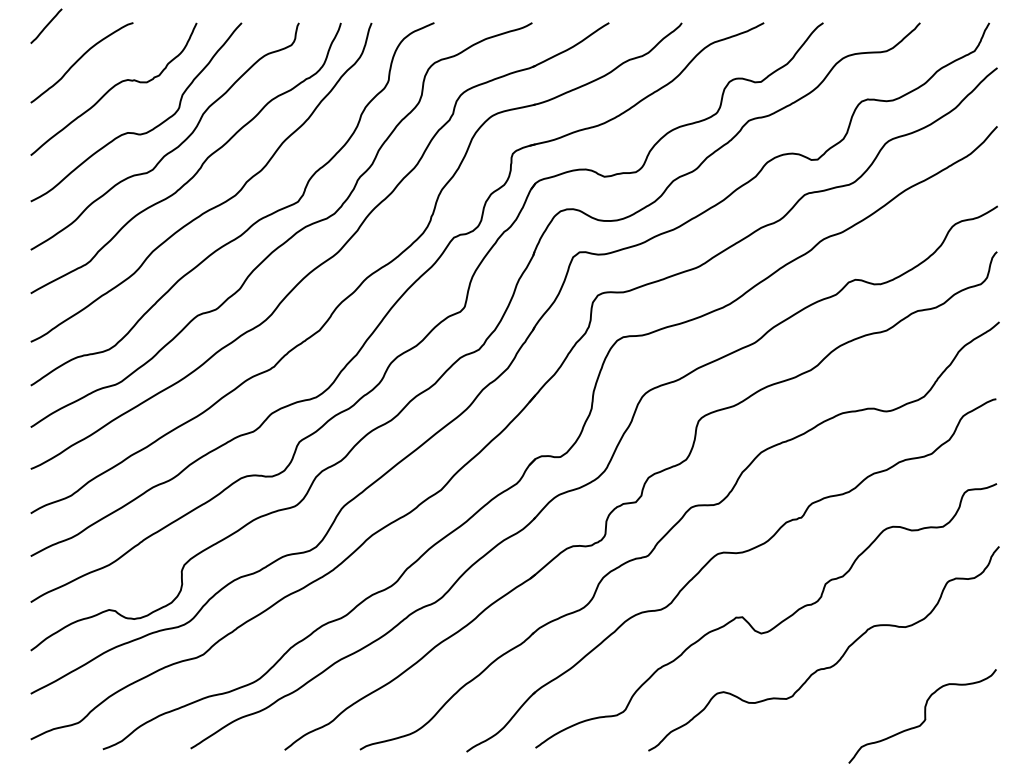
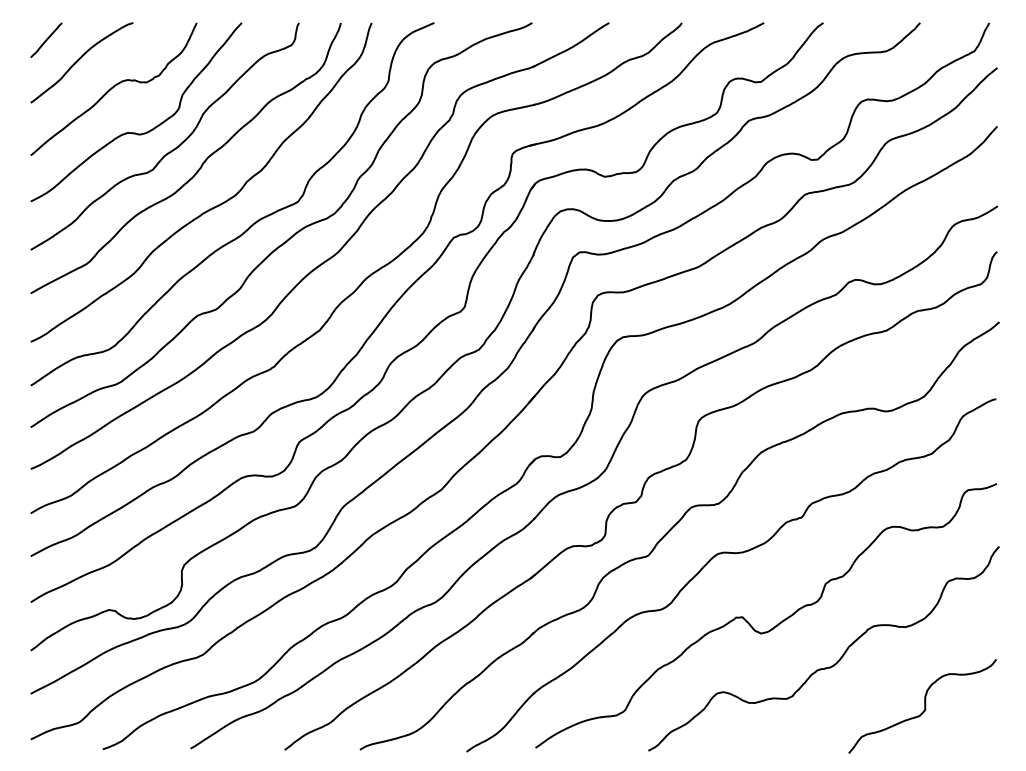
line at (46, 25) position: (46, 25) -> (46, 39)
curve at (924, 716) position: (924, 716) -> (924, 706)
